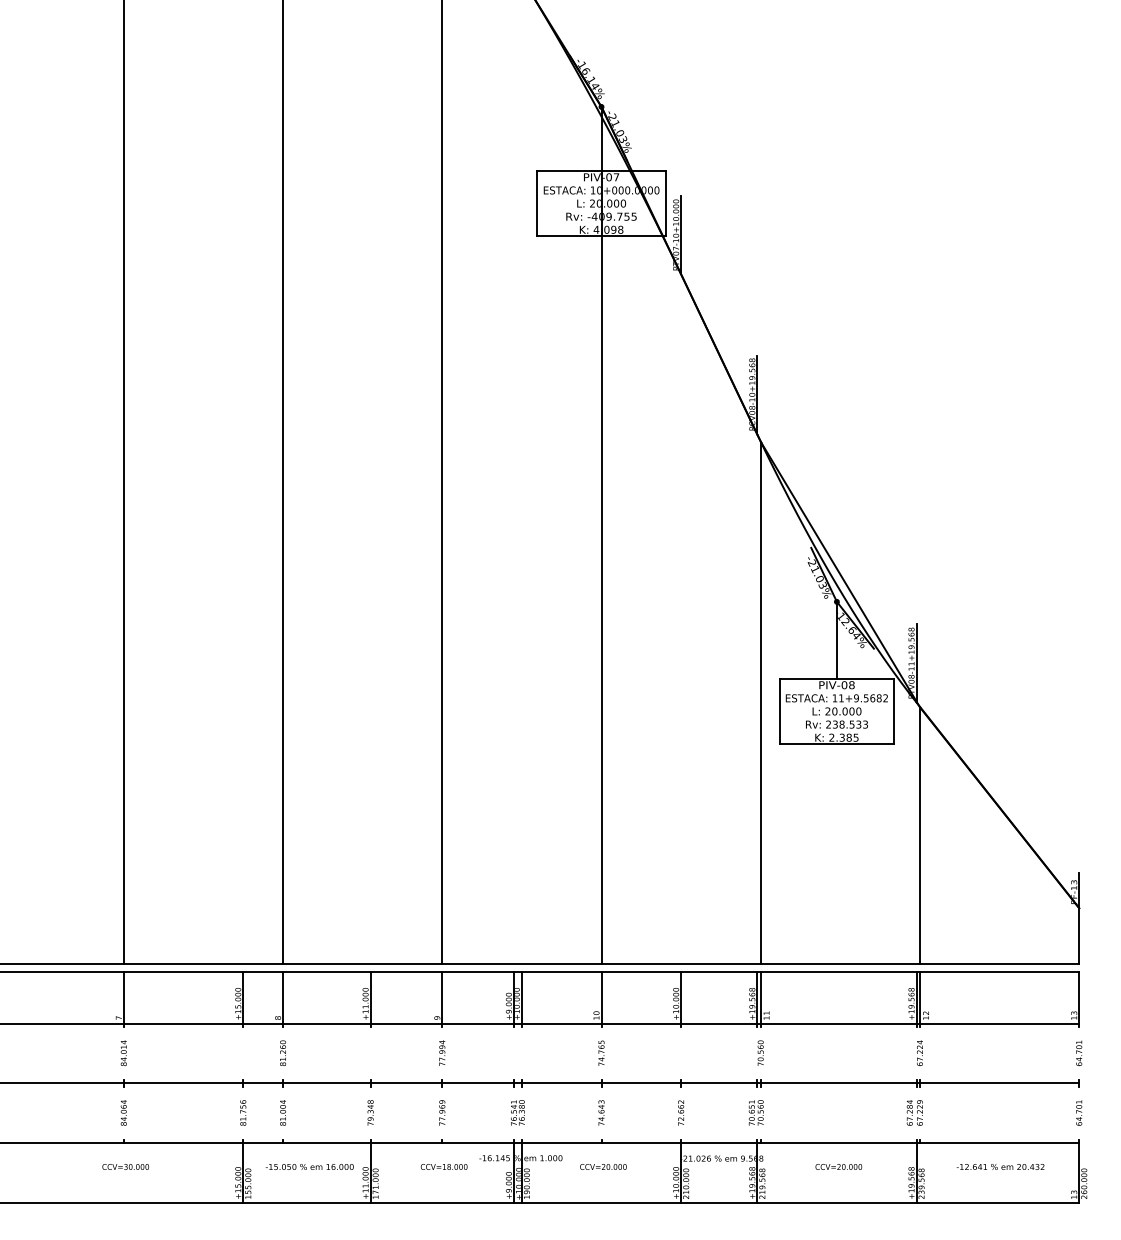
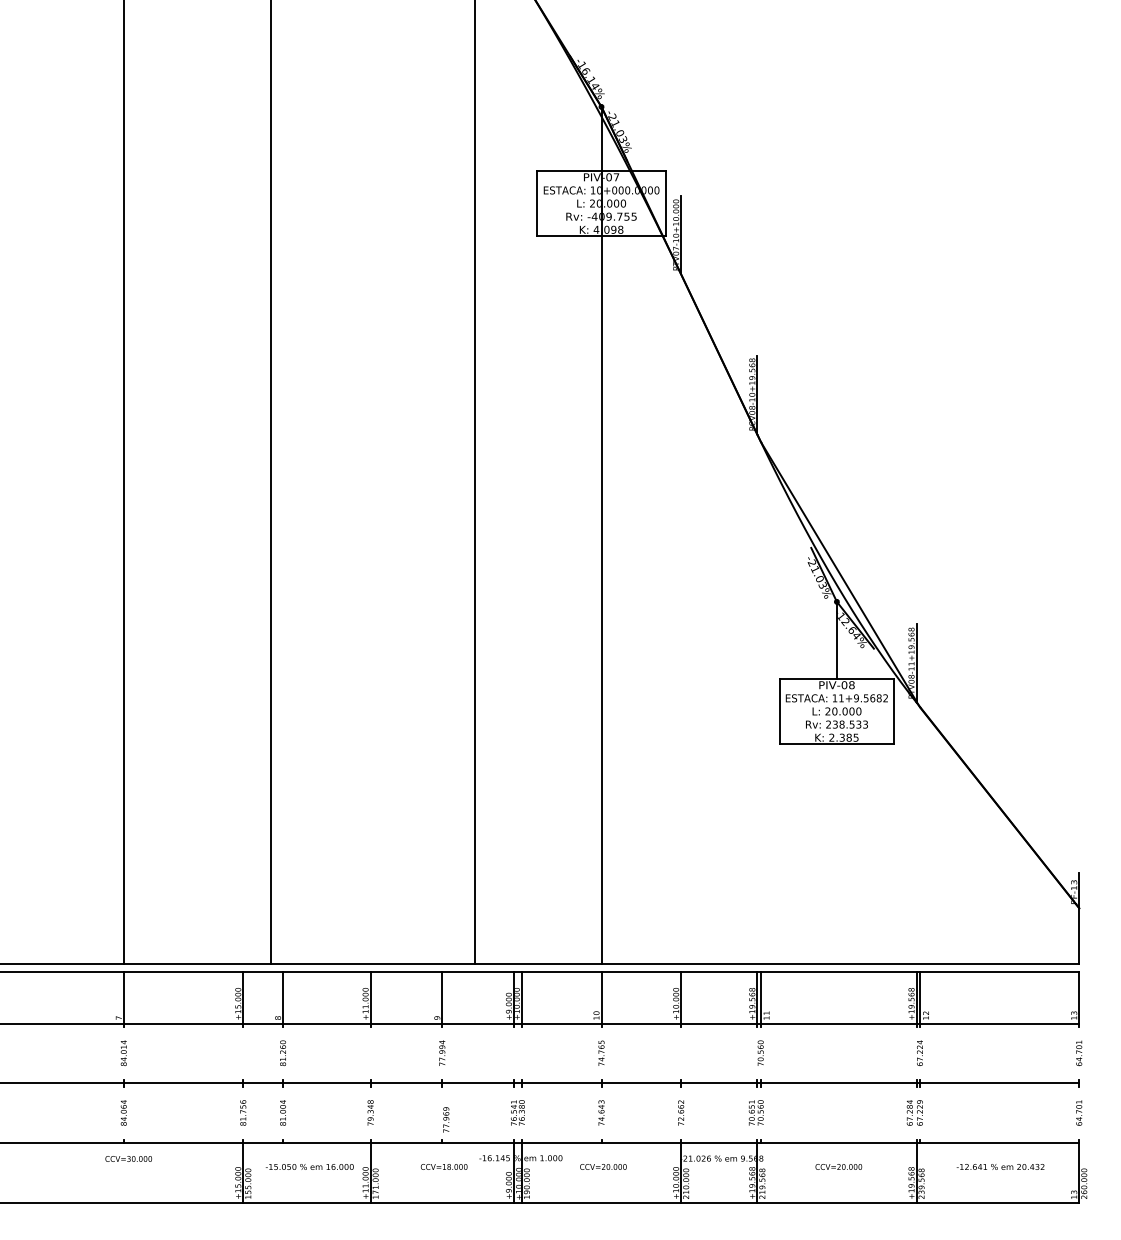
line at (283, 482) position: (283, 482) -> (271, 482)
line at (442, 482) position: (442, 482) -> (475, 482)
line at (760, 702): present -> none
line at (919, 835): present -> none
text at (442, 1112) position: (442, 1112) -> (446, 1119)
text at (125, 1166) position: (125, 1166) -> (128, 1158)
